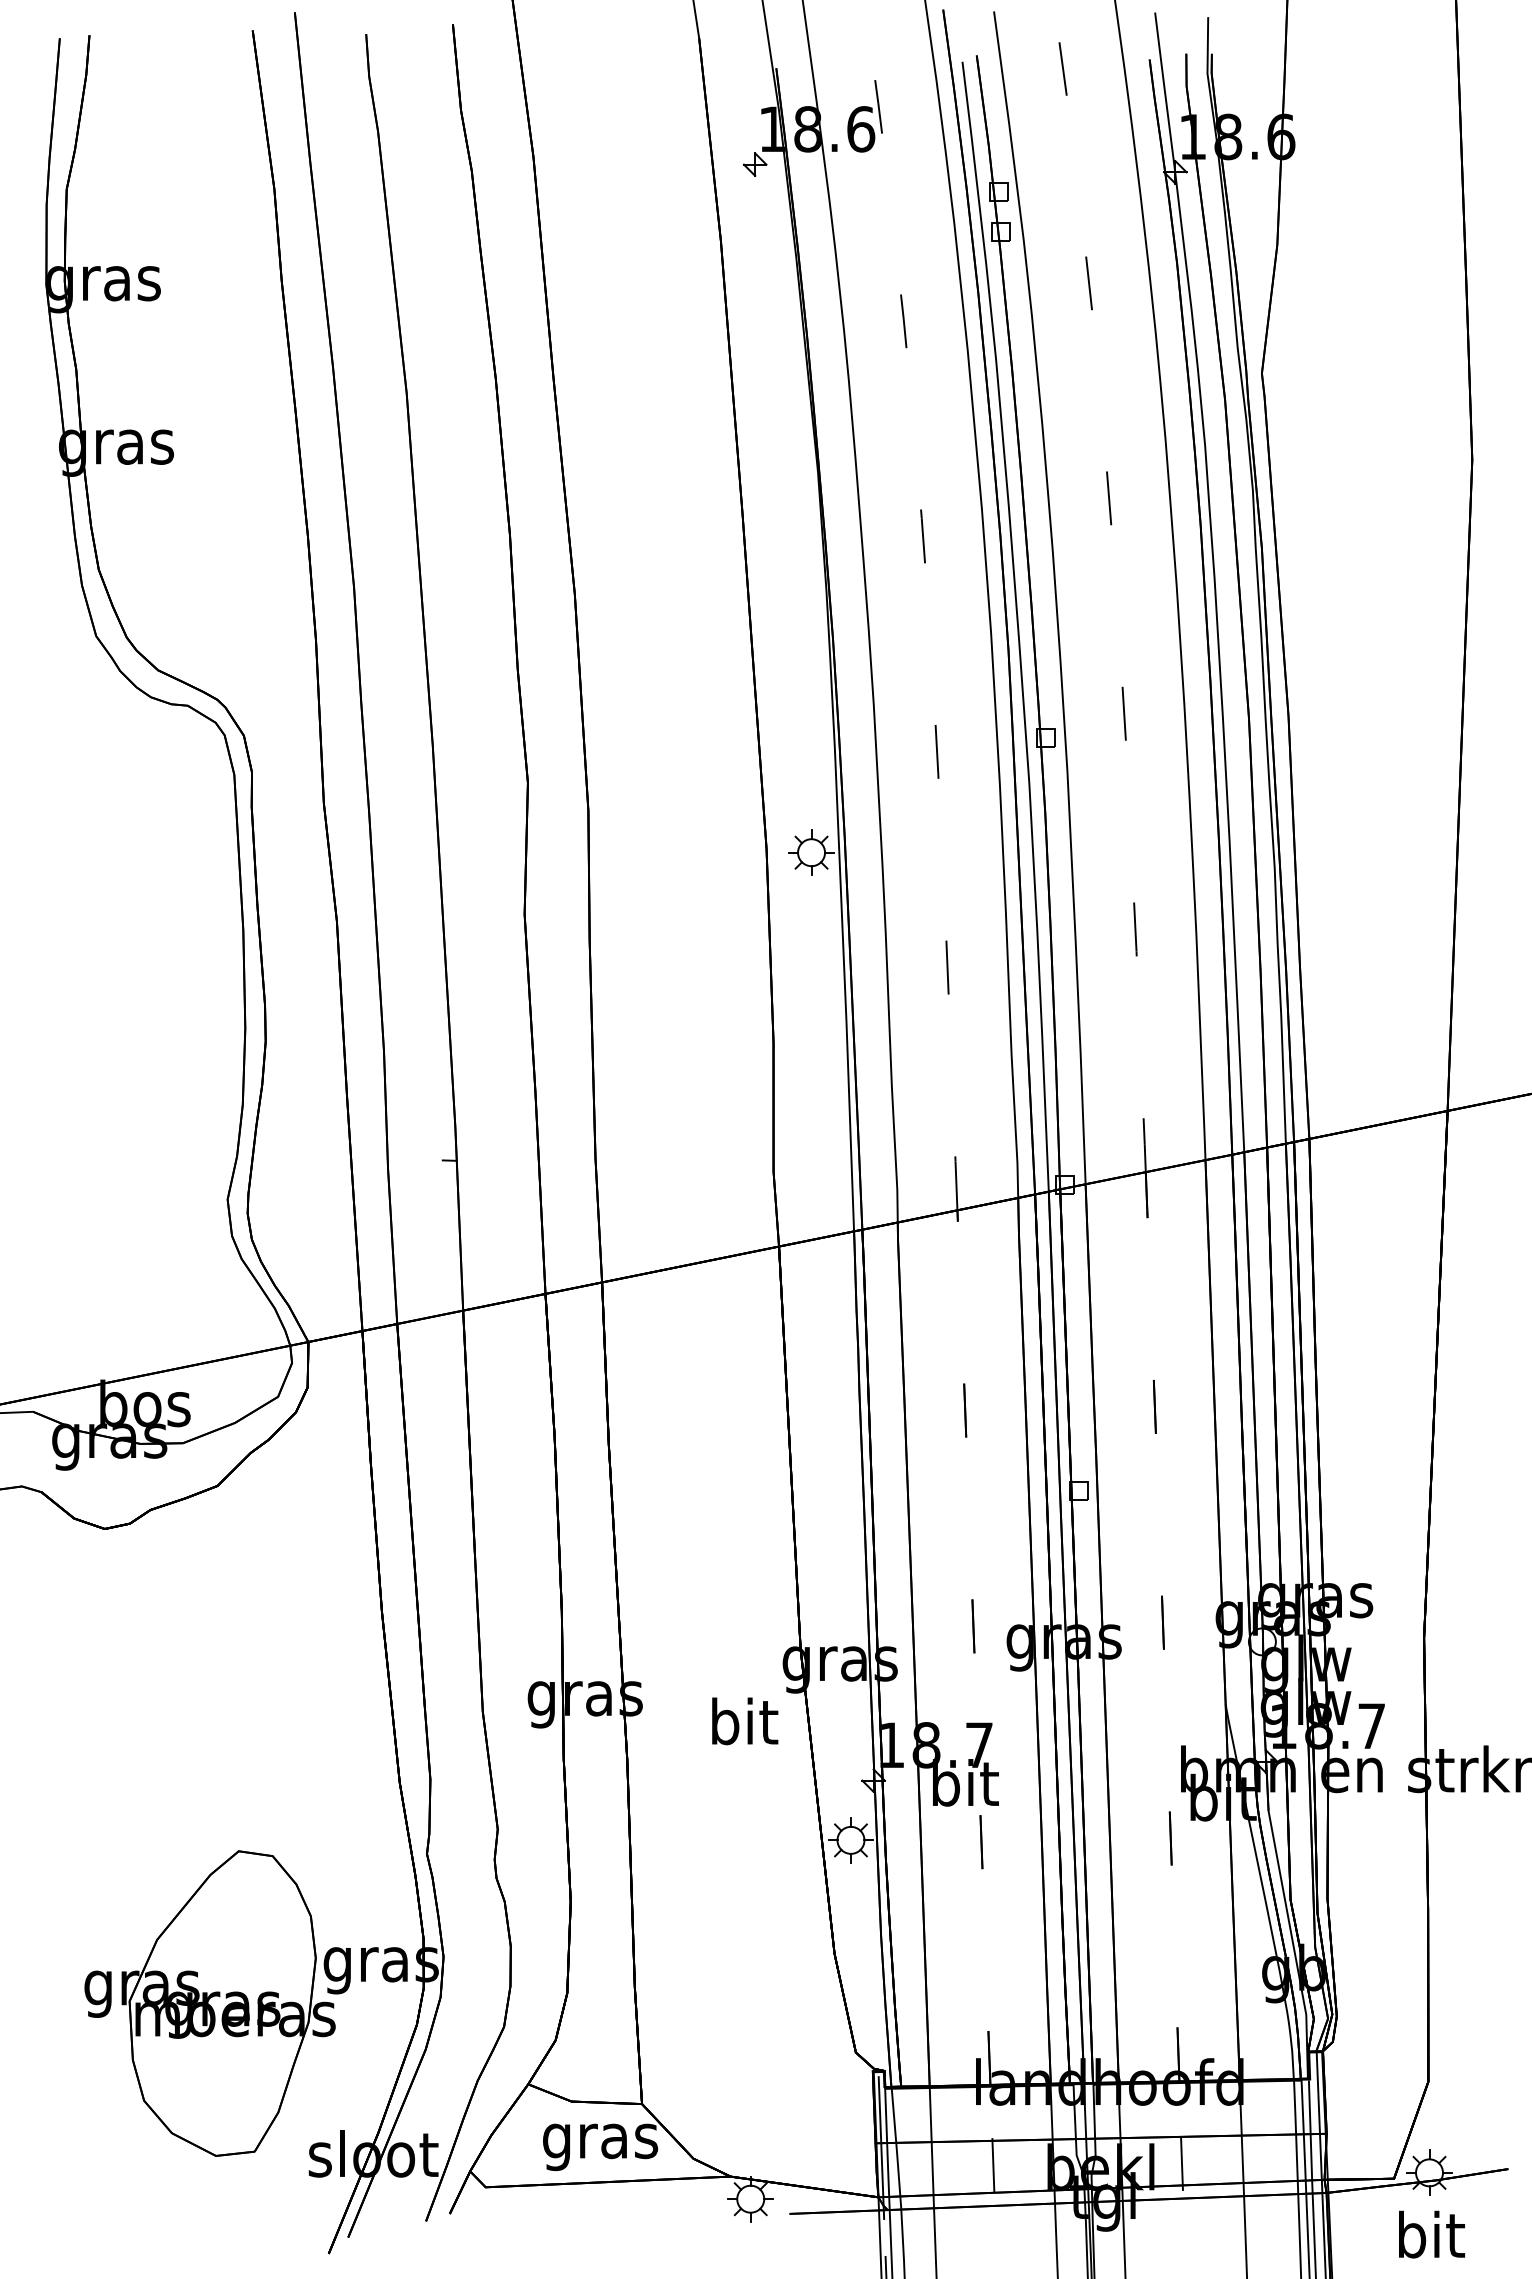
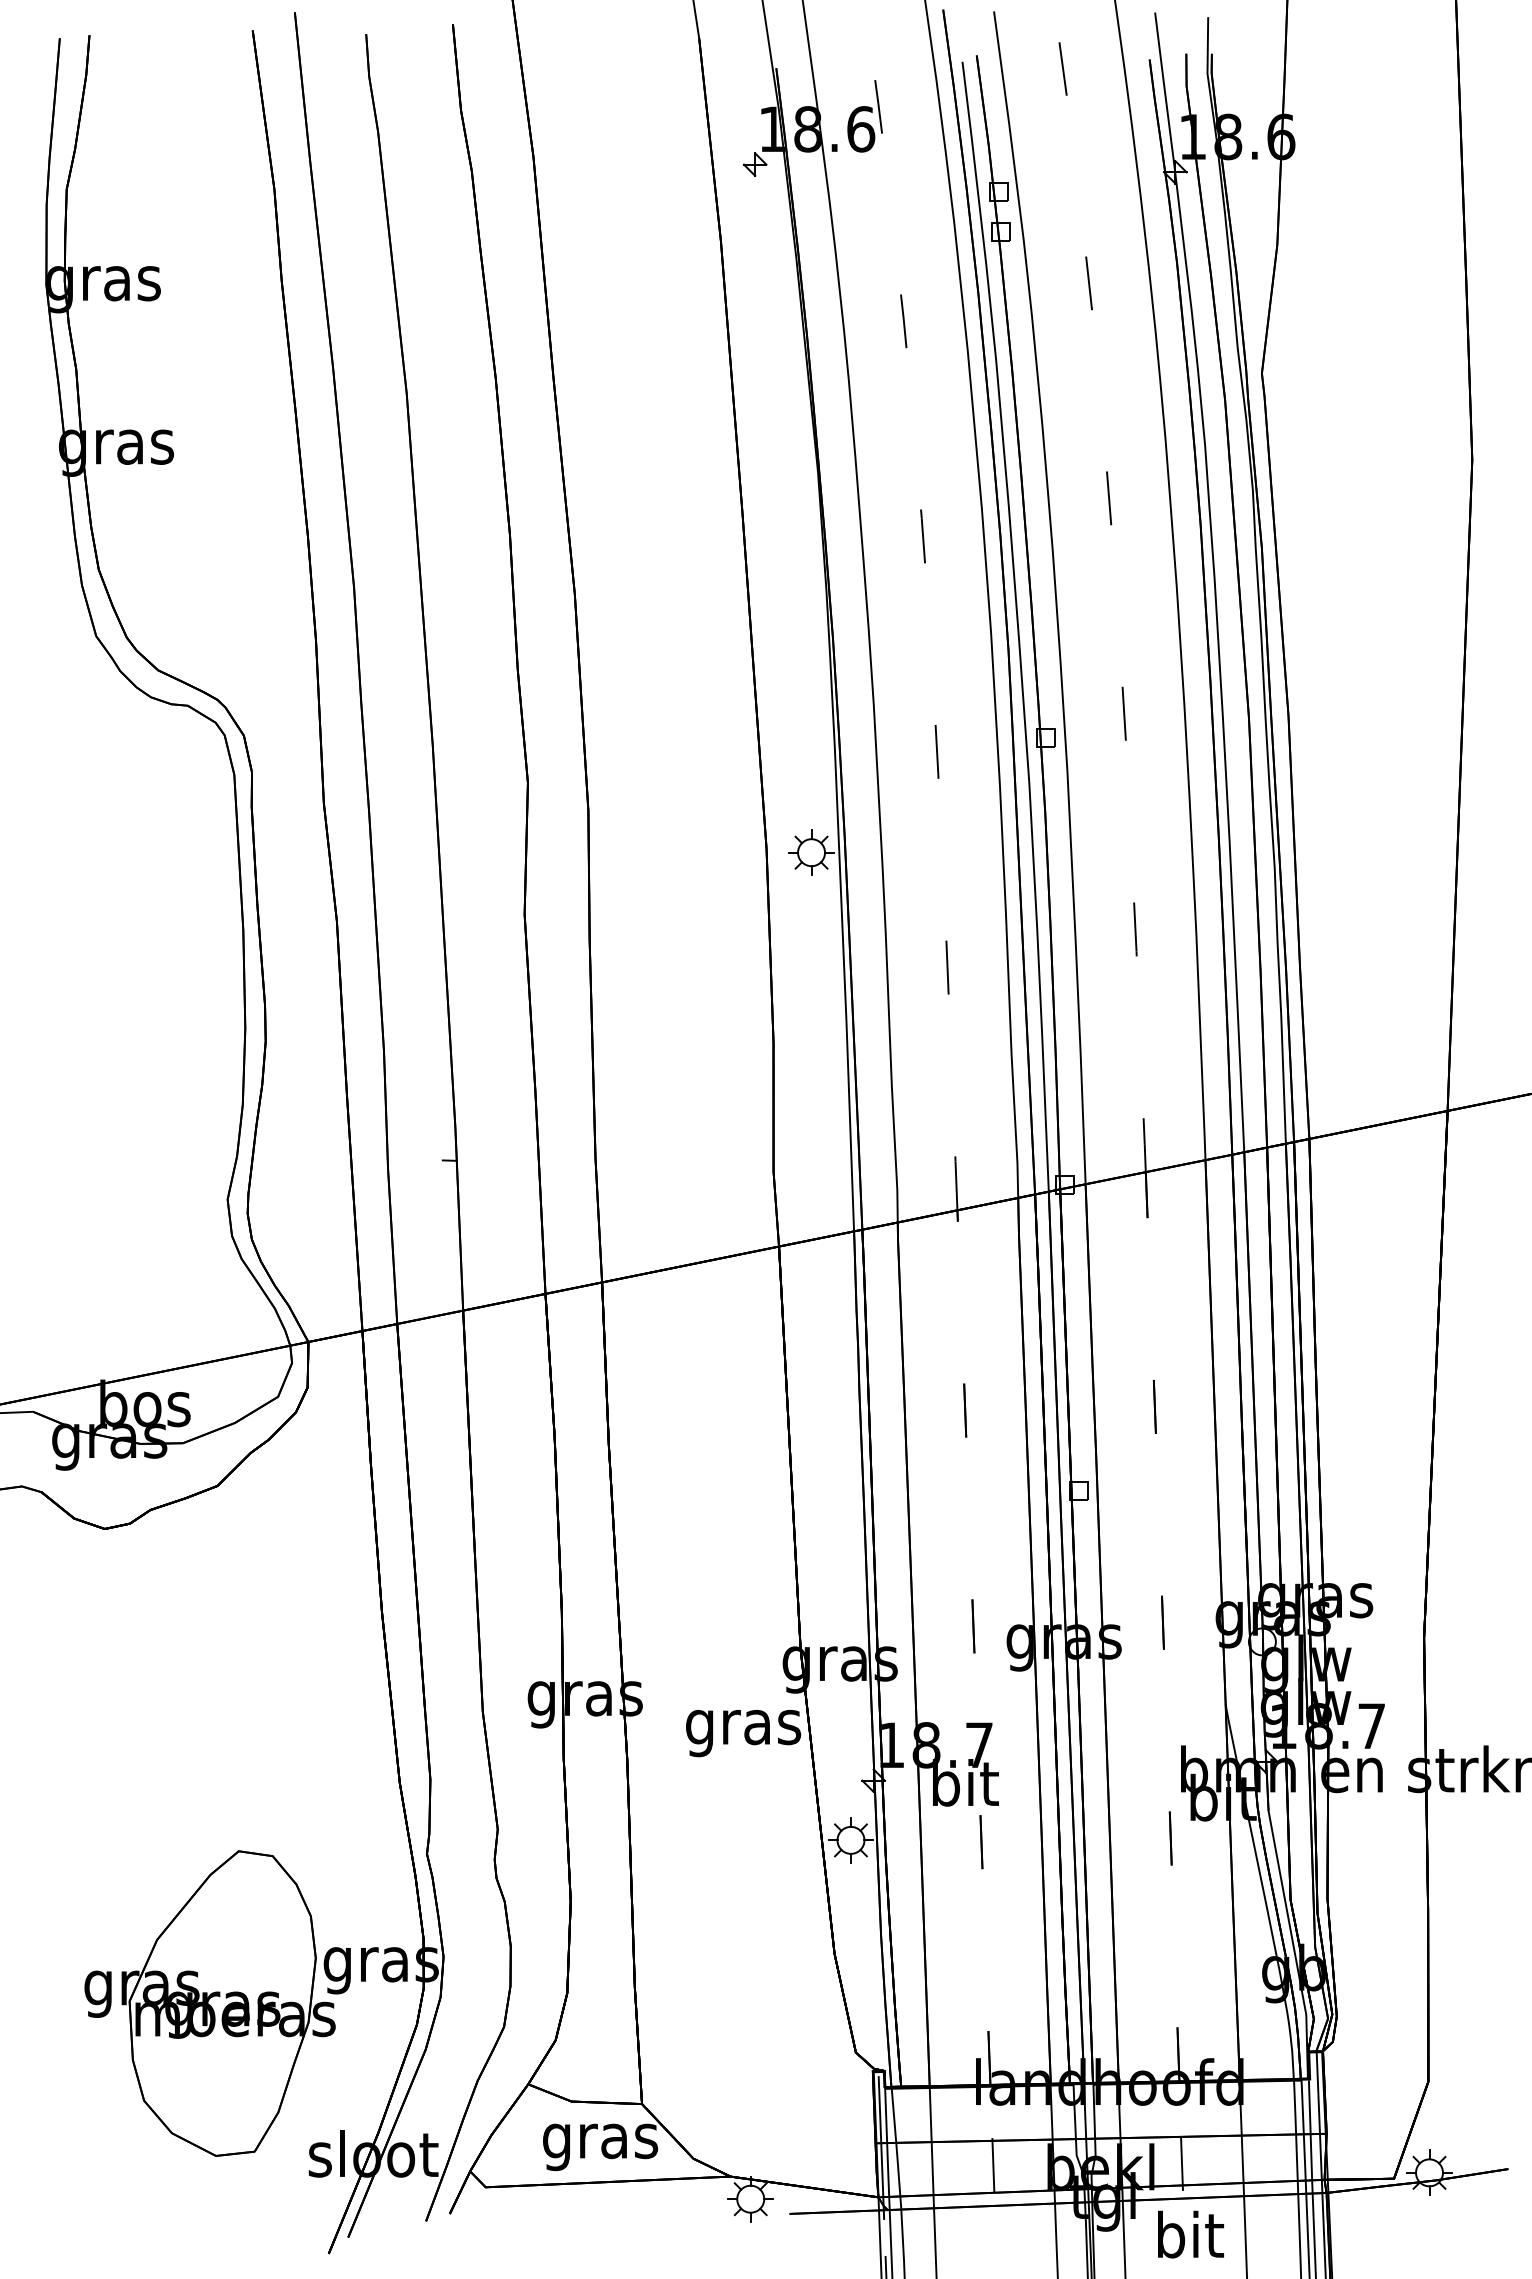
text at (743, 1727): bit -> gras
text at (1431, 2234) position: (1431, 2234) -> (1190, 2234)
